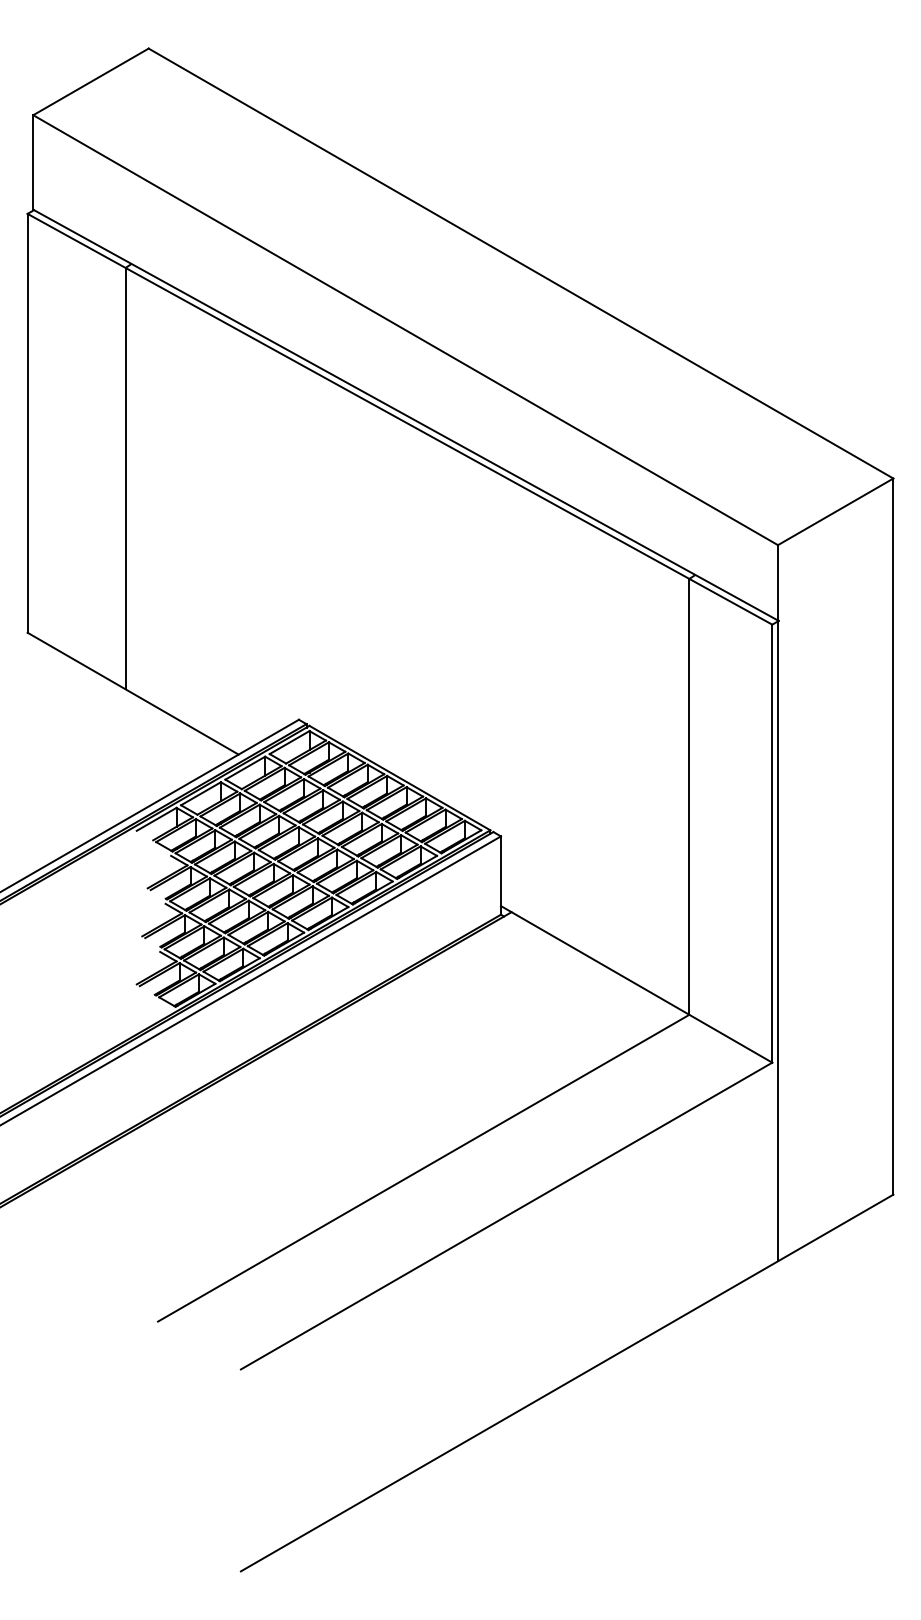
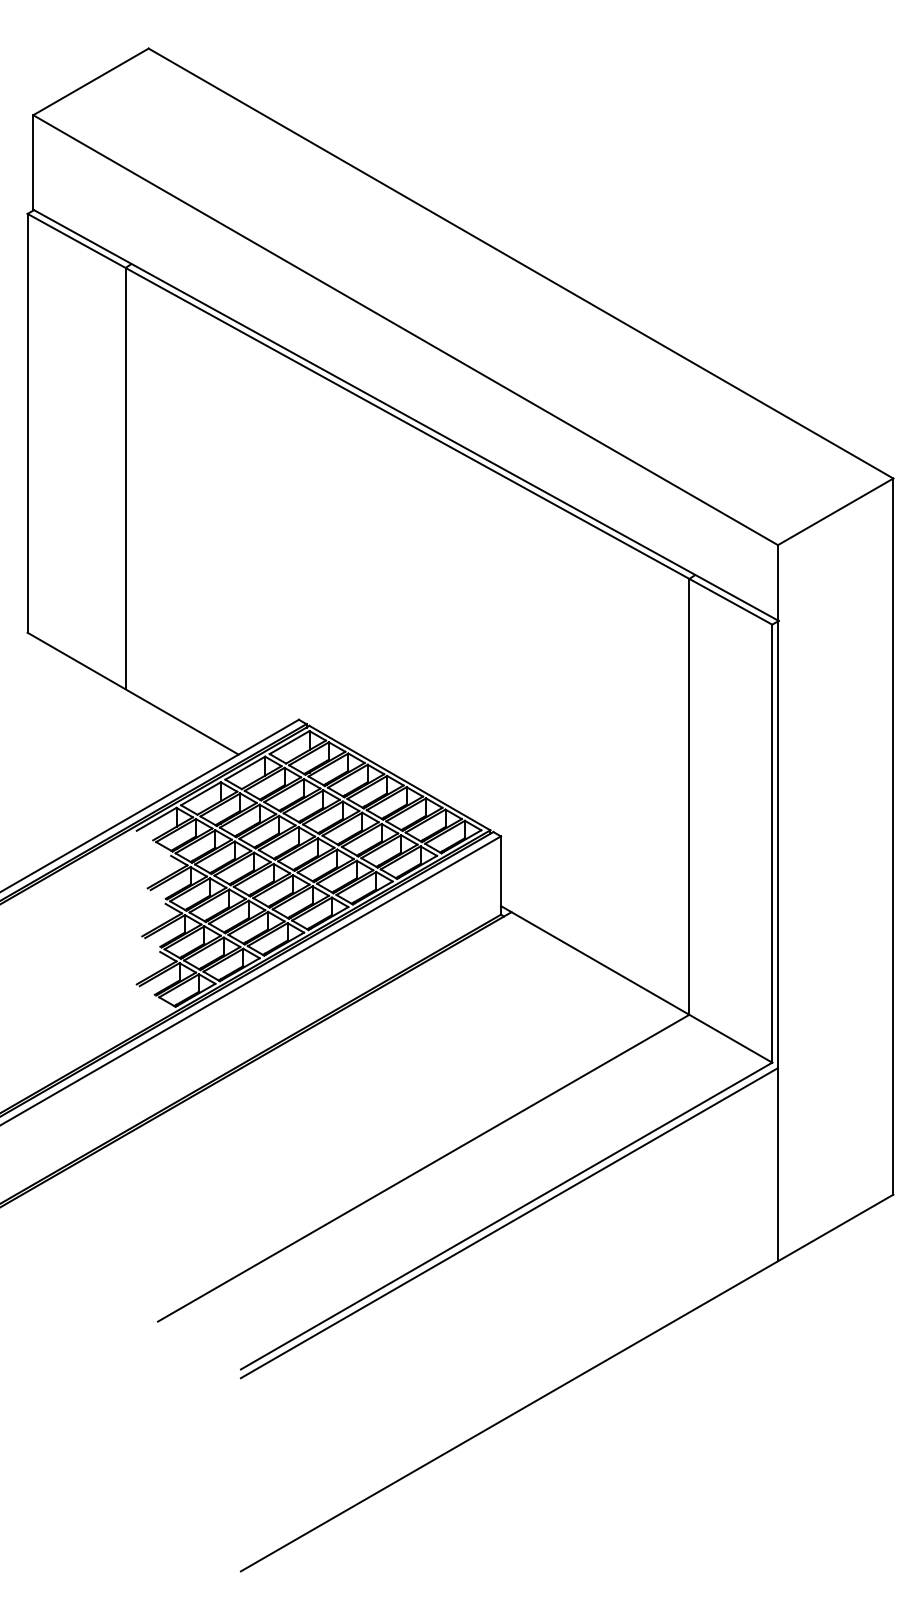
line at (508, 1223): none -> present
